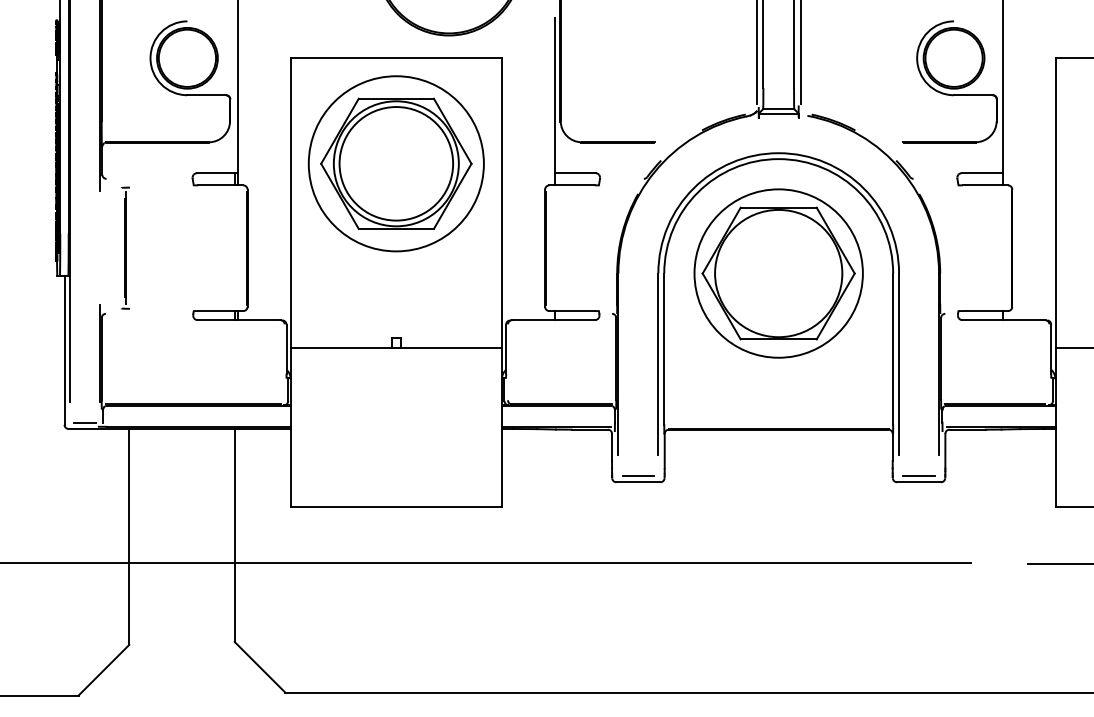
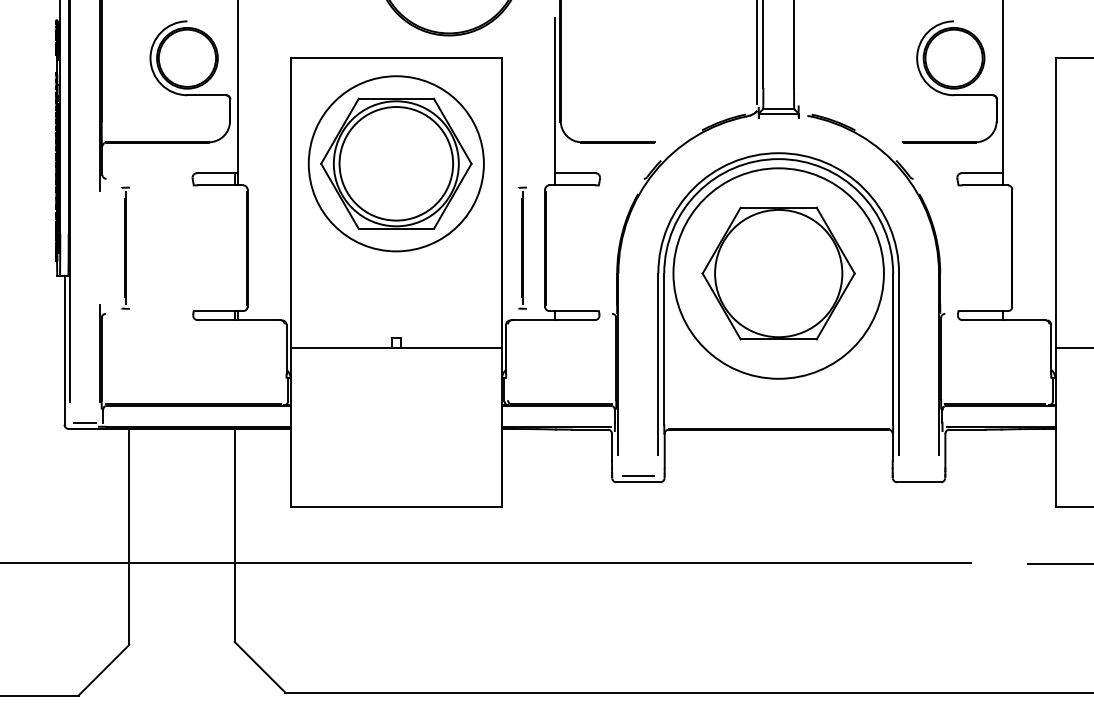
line at (800, 52): present -> none
part at (522, 247): none -> present
circle at (778, 273) diameter: 168 px -> 210 px
line at (918, 476): present -> none
